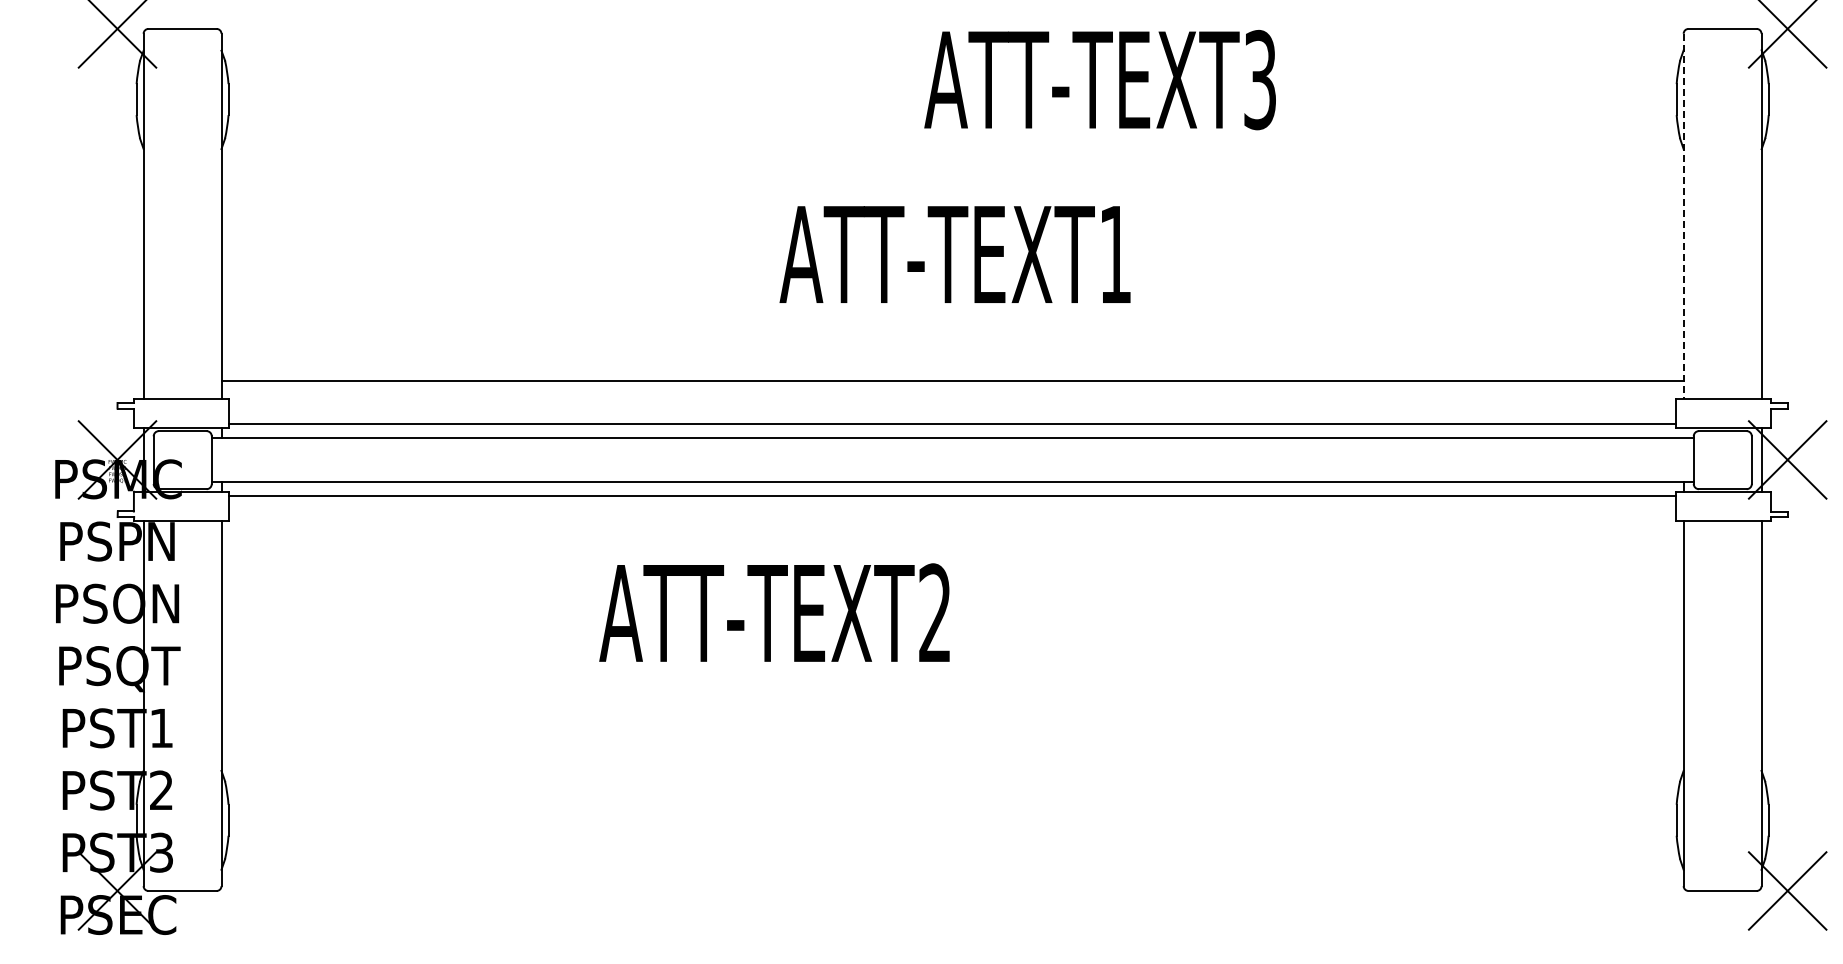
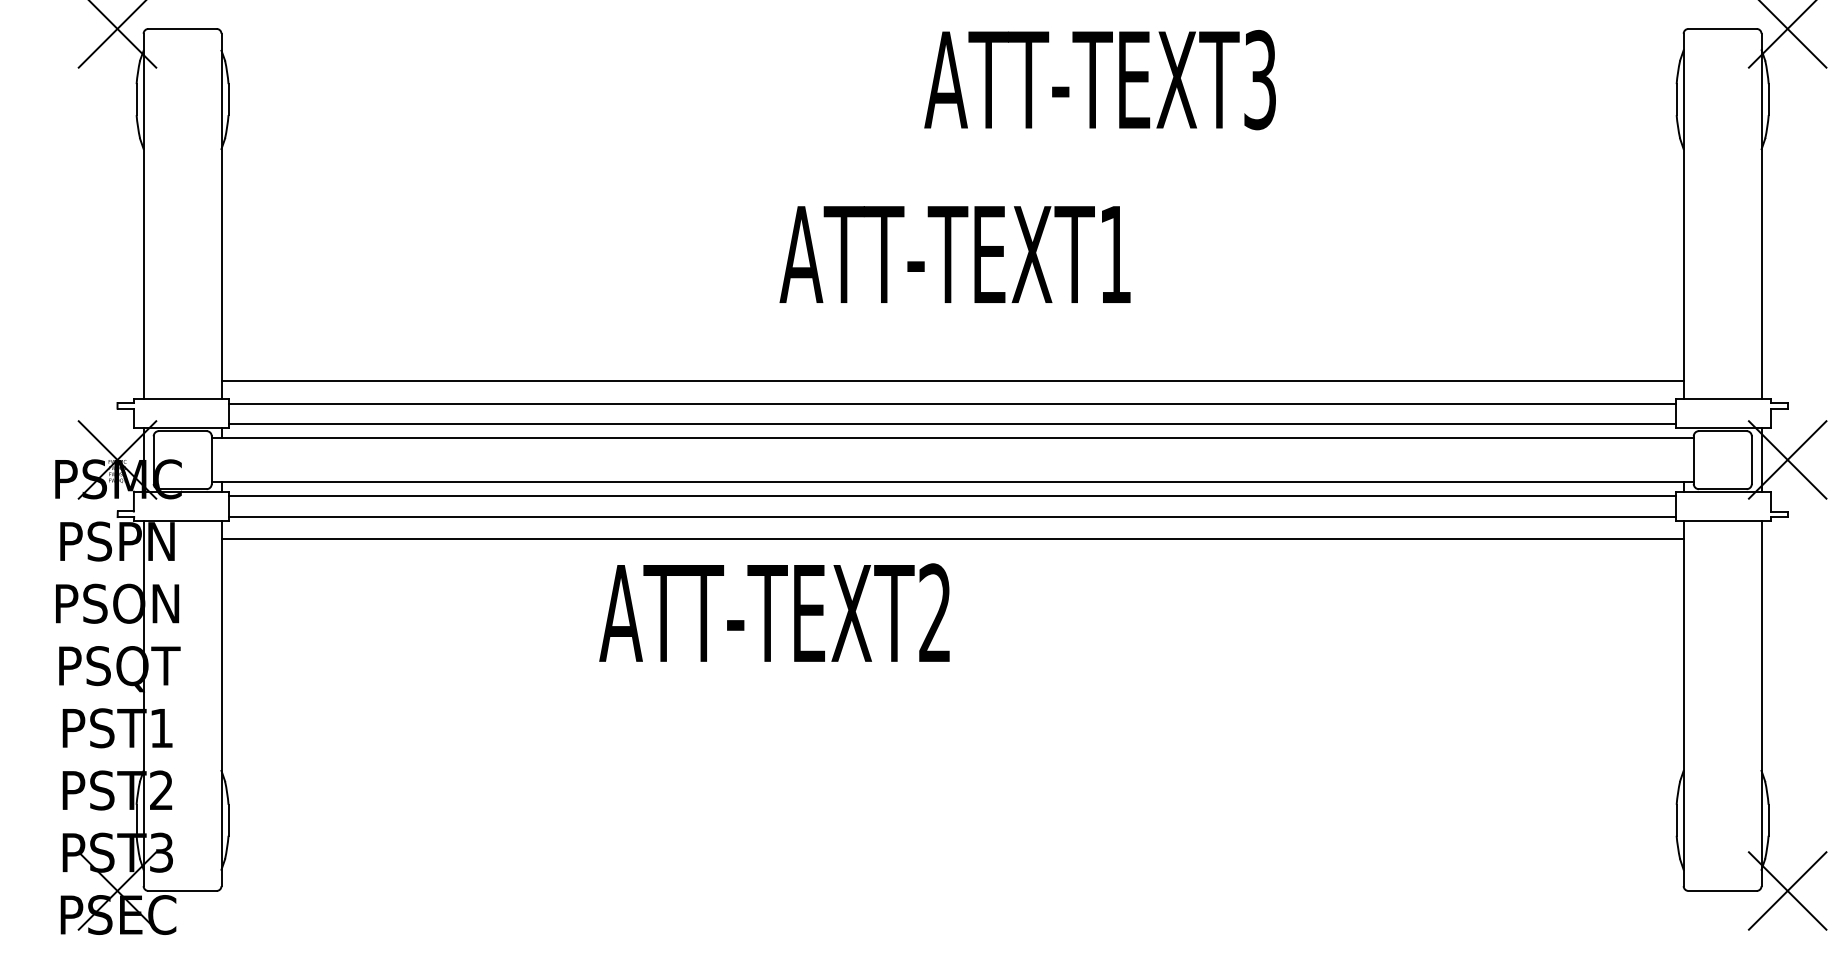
line at (1683, 216): dashed -> solid
line at (952, 403): none -> present
line at (952, 516): none -> present
line at (952, 538): none -> present
